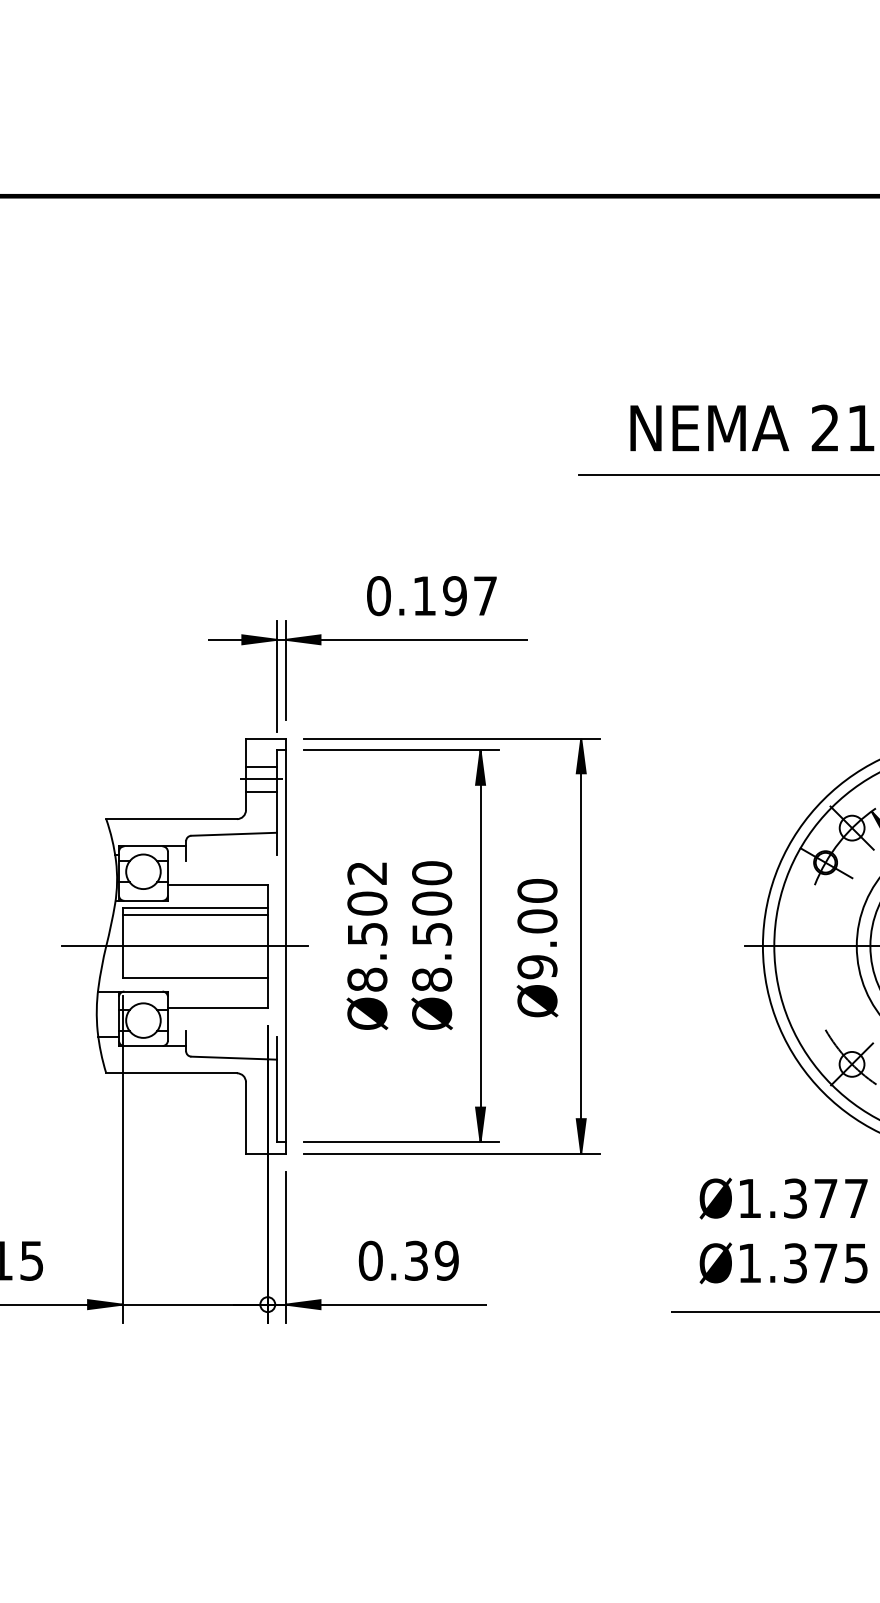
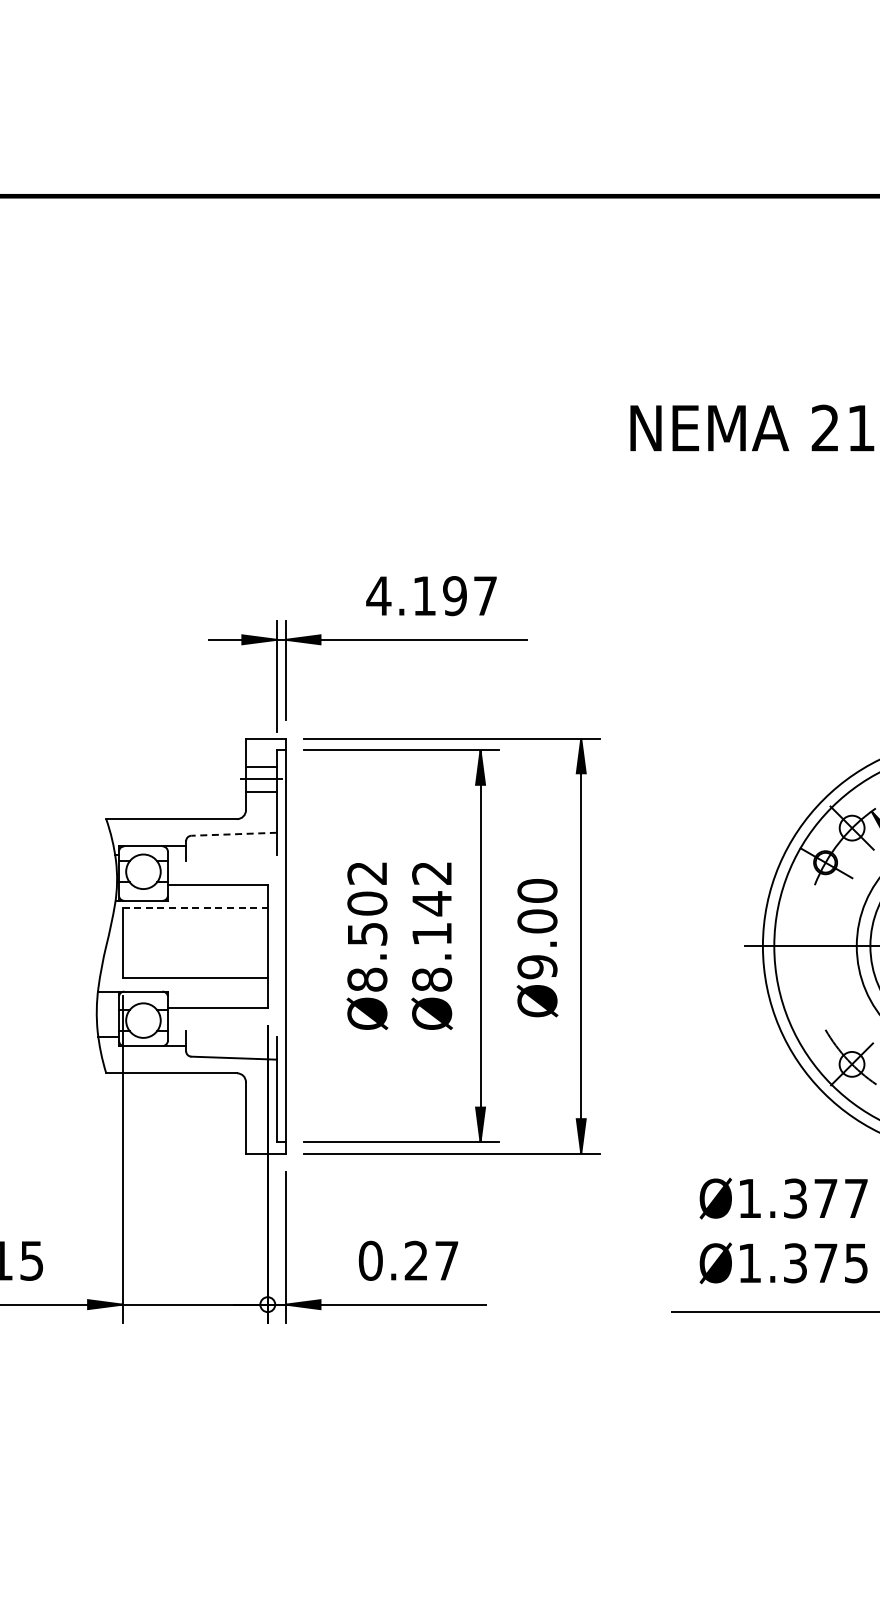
line at (727, 475): present -> none
text at (378, 596): 0.197 -> 4.197
line at (234, 834): solid -> dashed
text at (432, 903): Ø8.500 -> Ø8.142
line at (195, 908): solid -> dashed
line at (194, 914): present -> none
line at (185, 946): present -> none
text at (431, 1260): 0.39 -> 0.27
